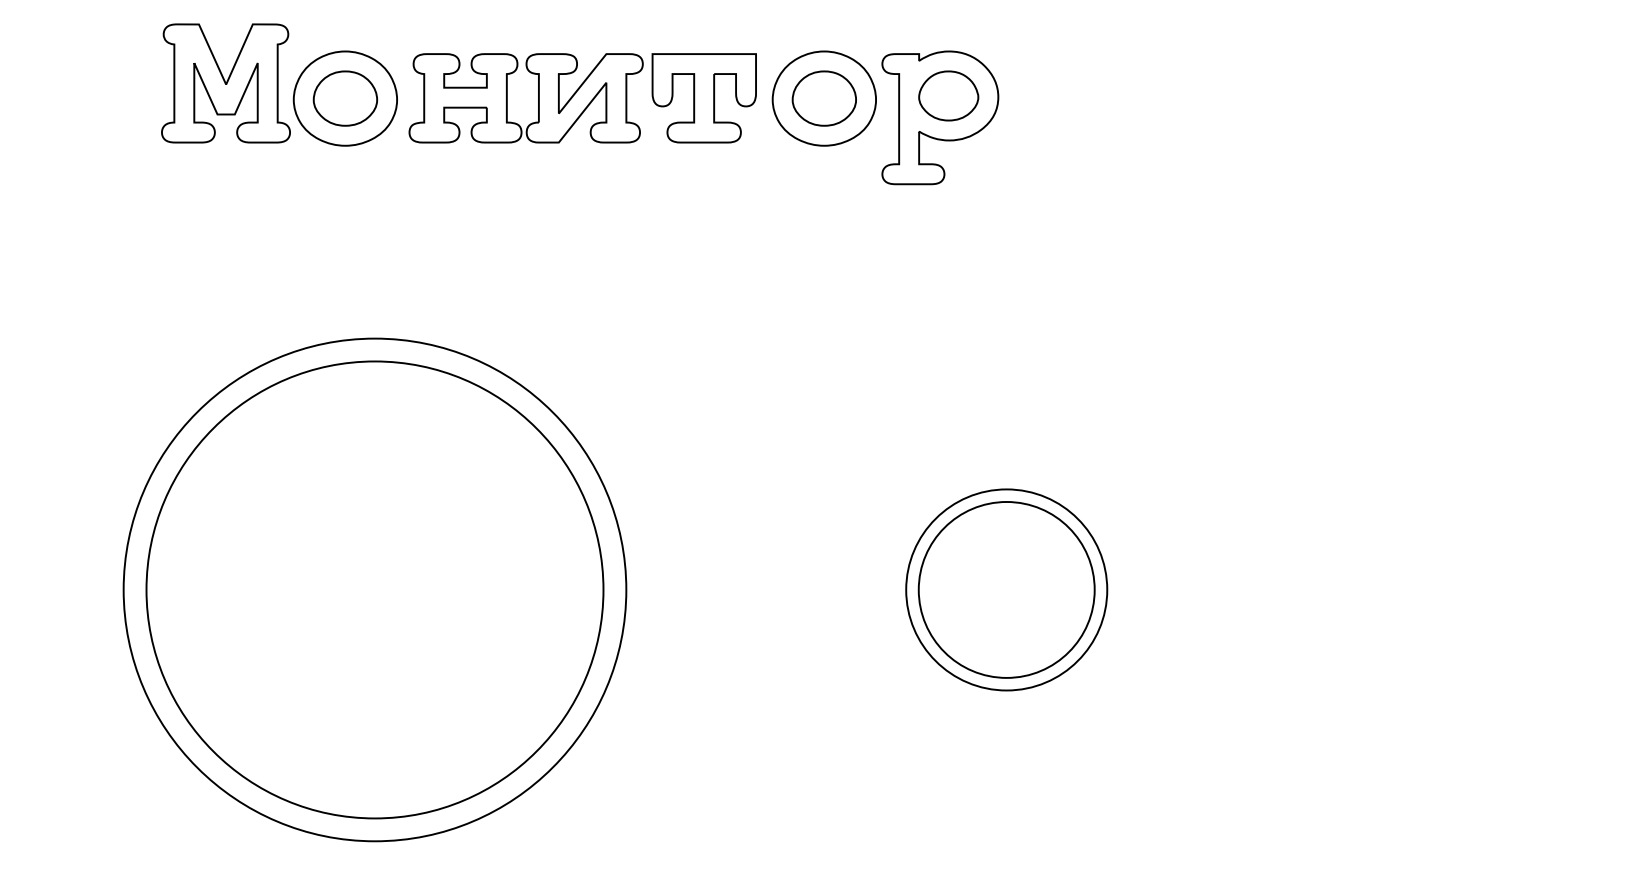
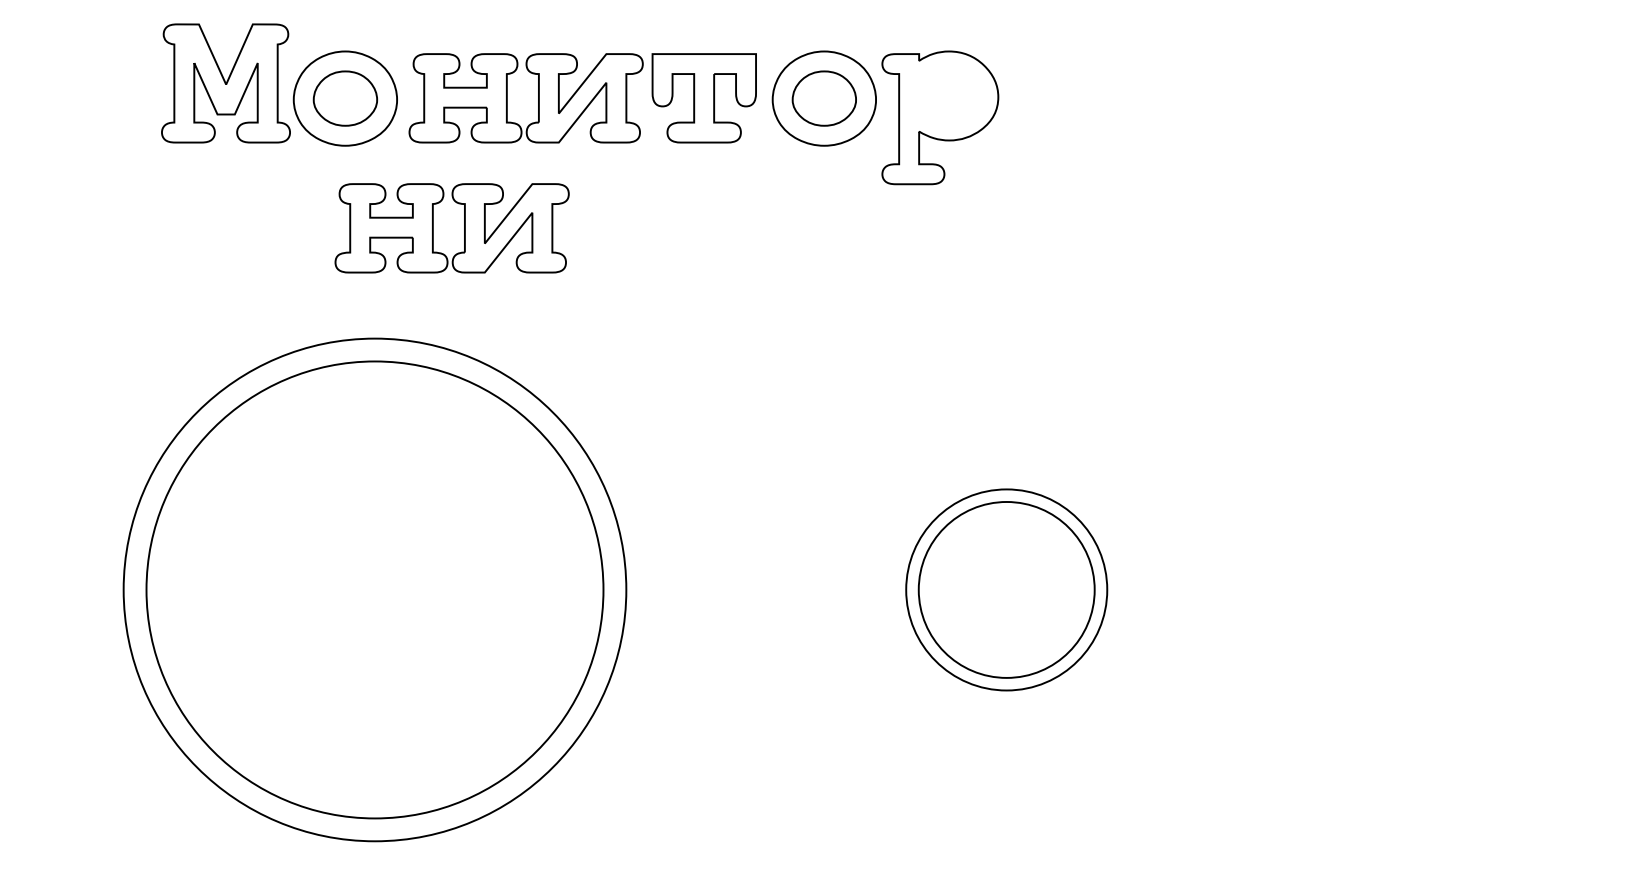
part at (948, 95): present -> none
part at (464, 228): none -> present
